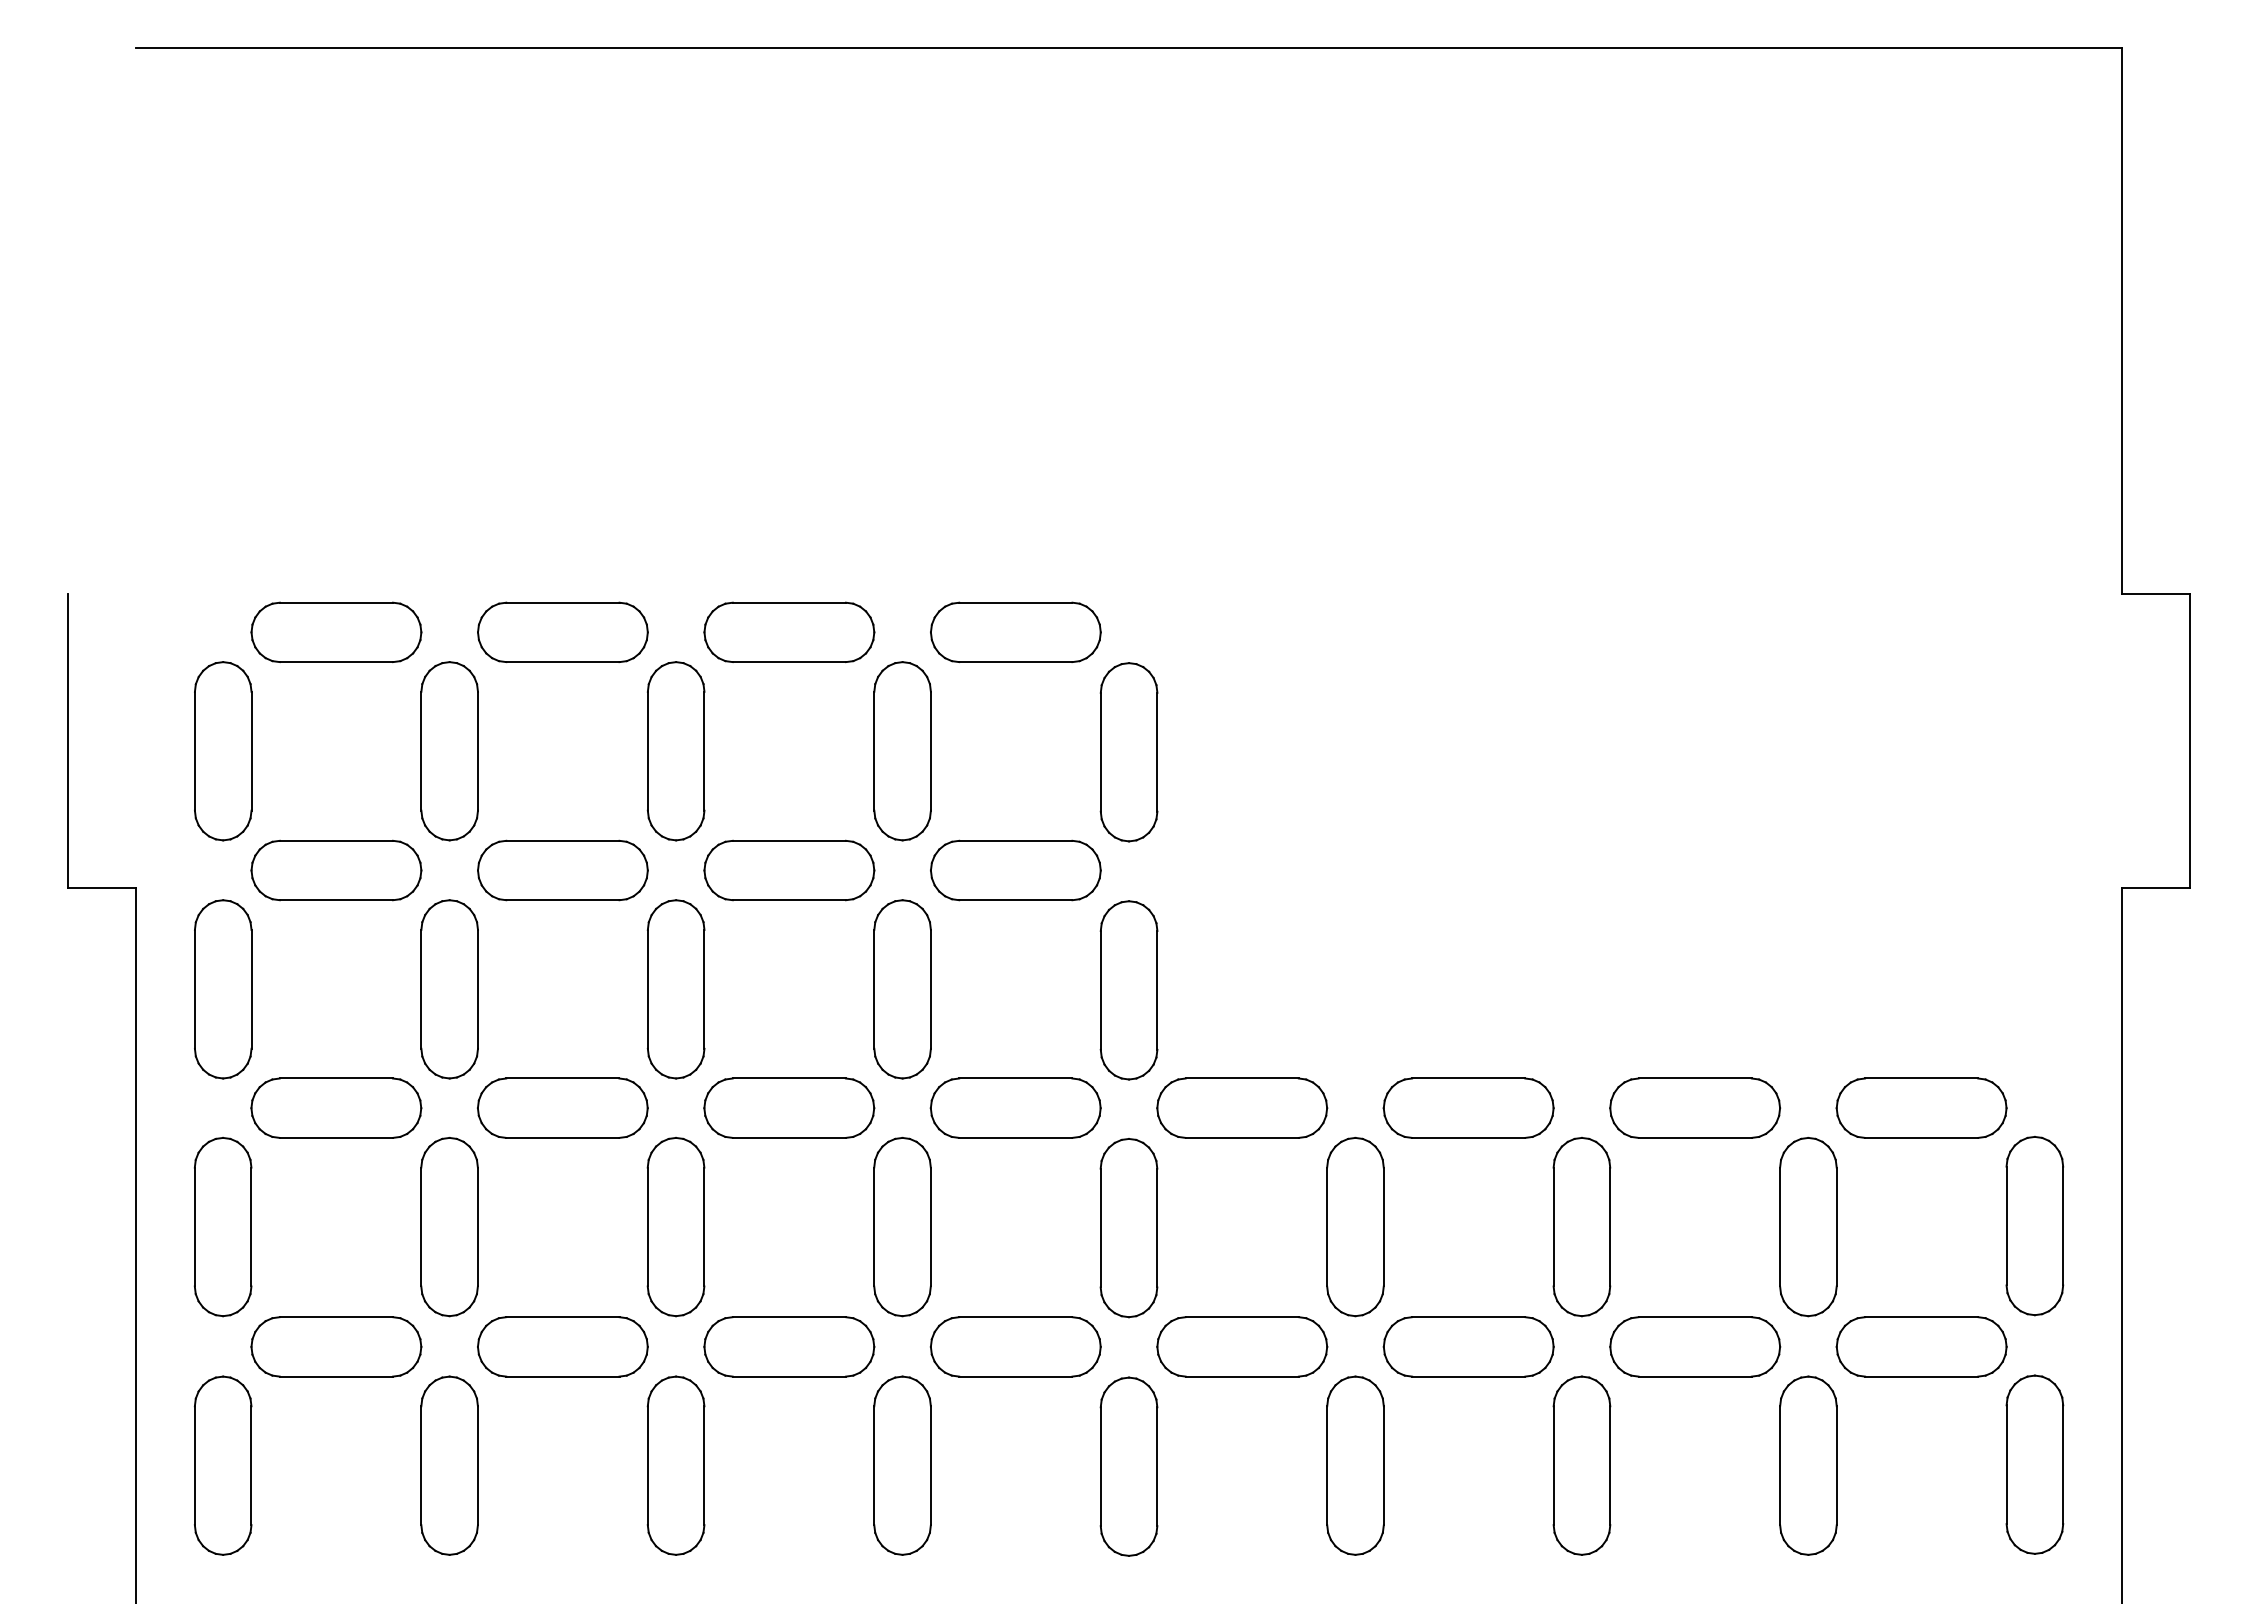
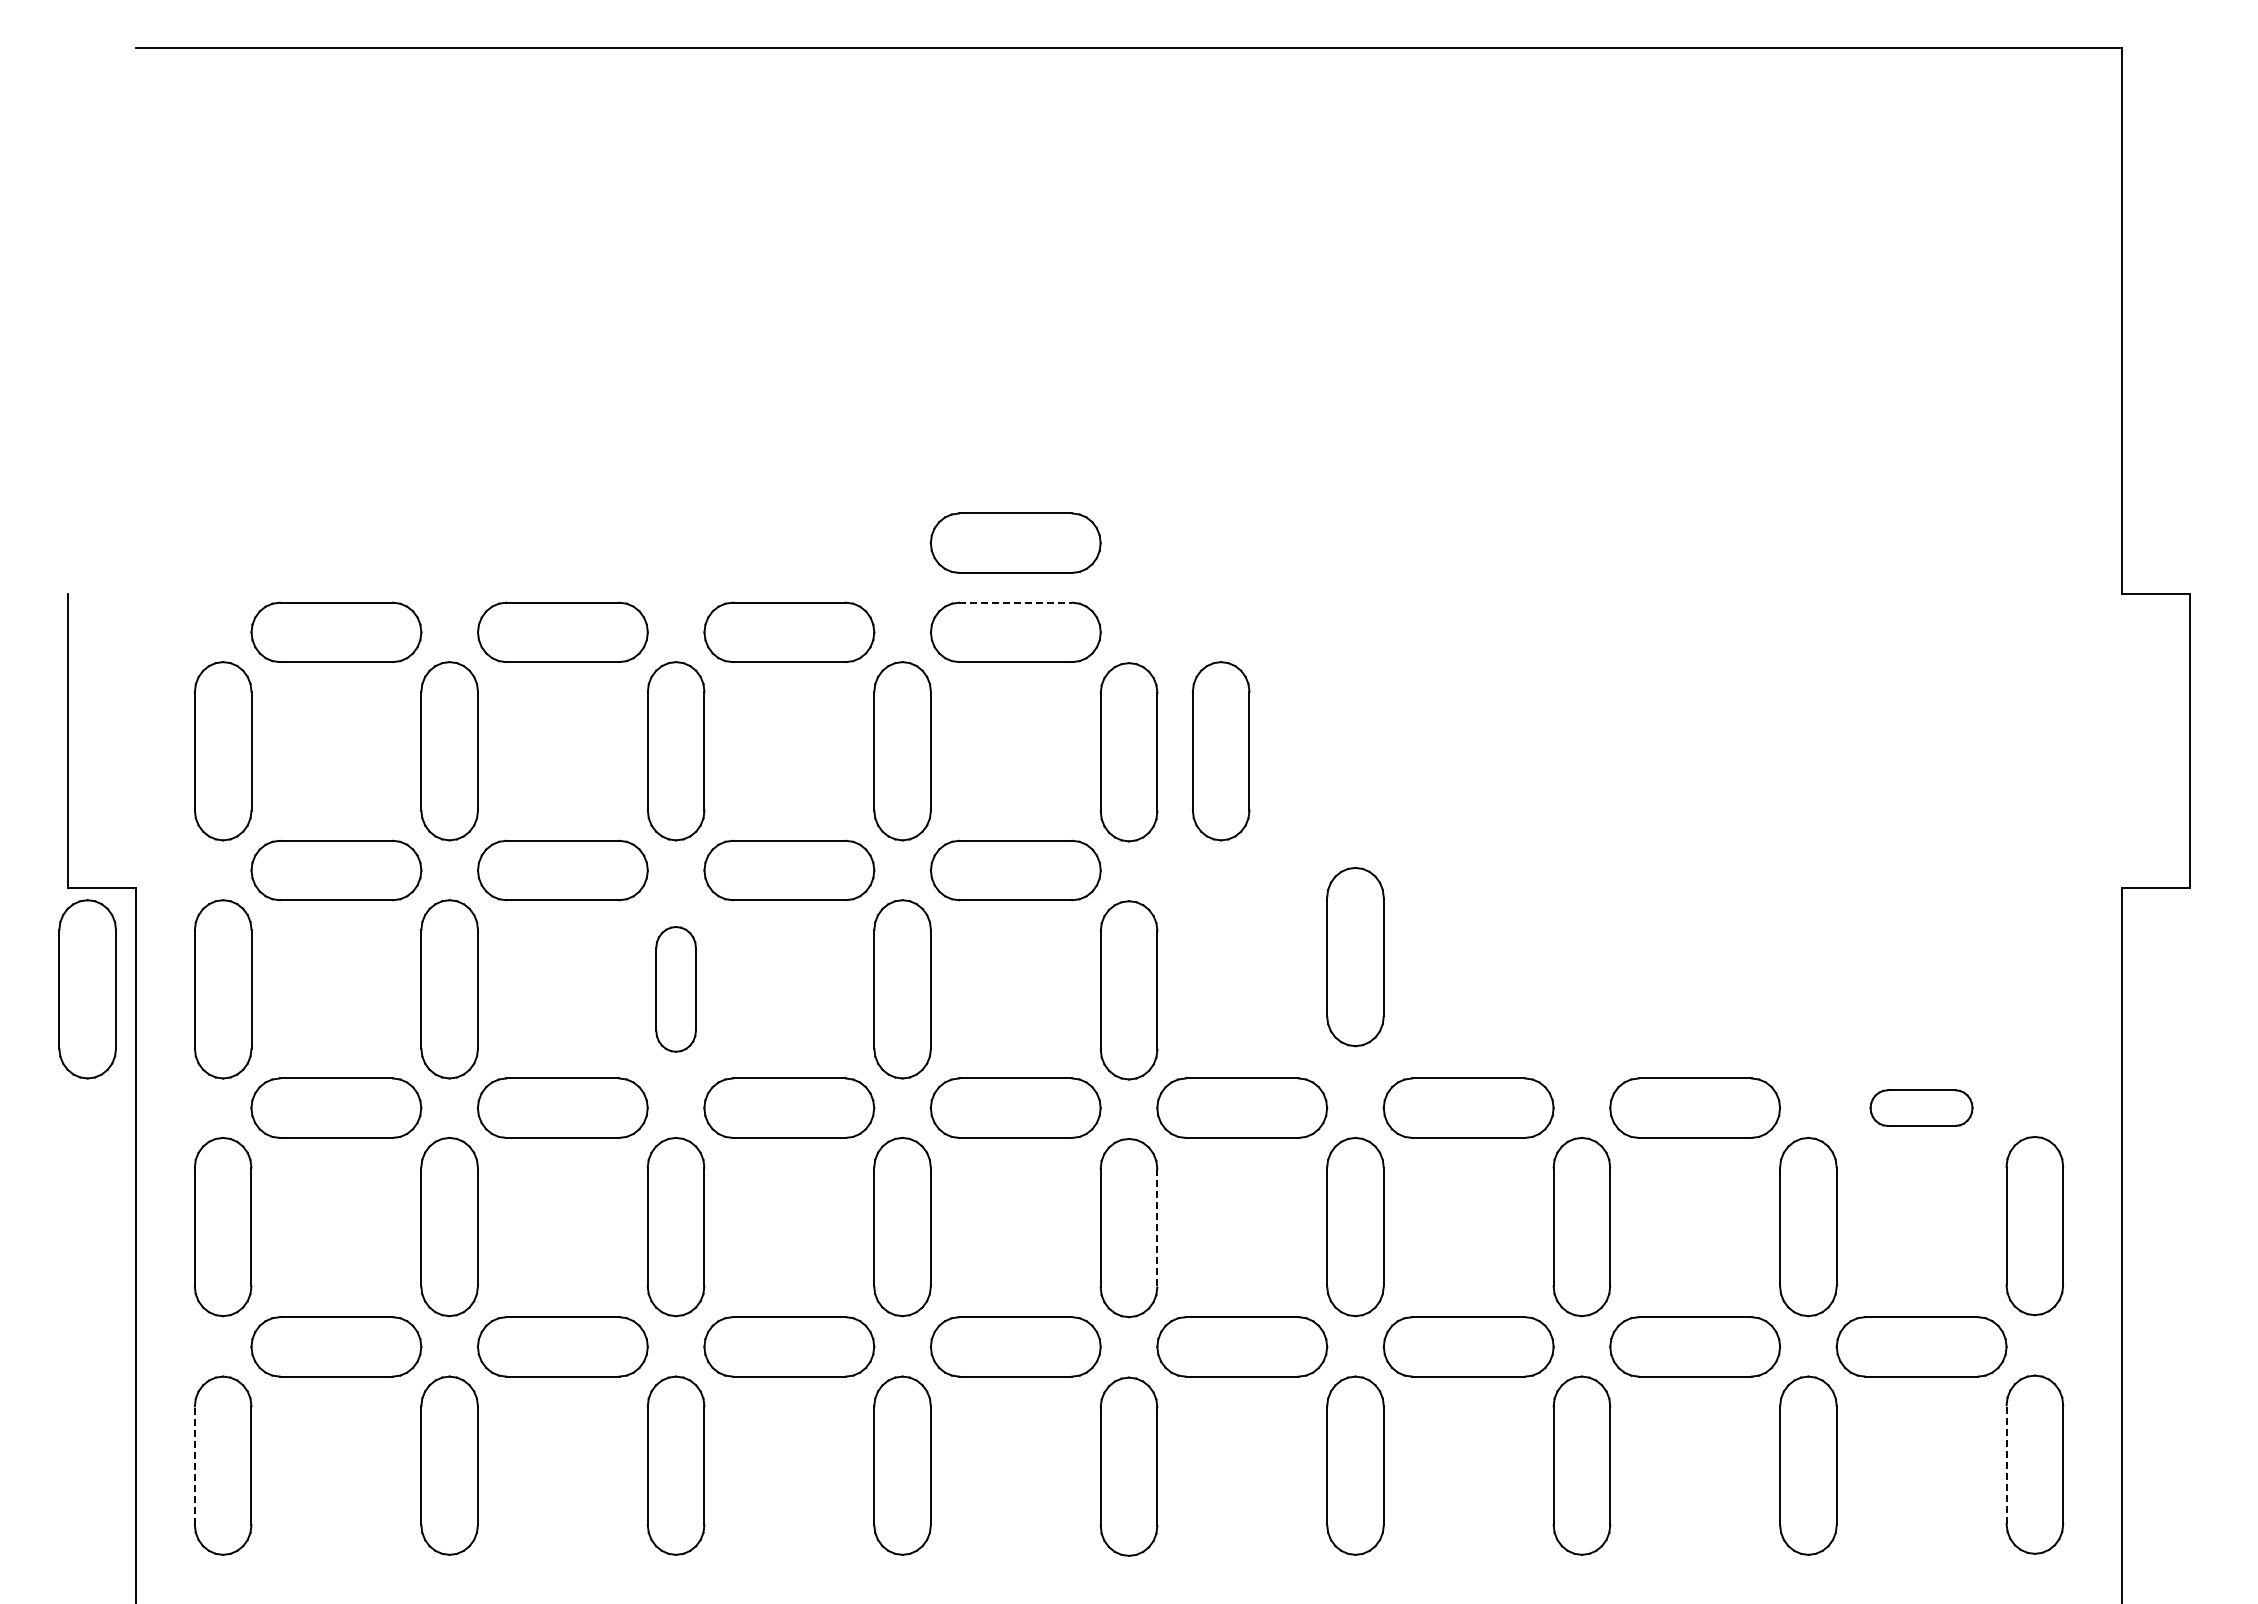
part at (1015, 542): none -> present
line at (1015, 602): solid -> dashed
part at (1220, 751): none -> present
part at (1355, 957): none -> present
part at (87, 989): none -> present
part at (675, 989) size: 60x181 px -> 42x127 px
part at (1921, 1107) size: 173x62 px -> 105x38 px
line at (1157, 1228): solid -> dashed
line at (2006, 1464): solid -> dashed
line at (194, 1465): solid -> dashed
